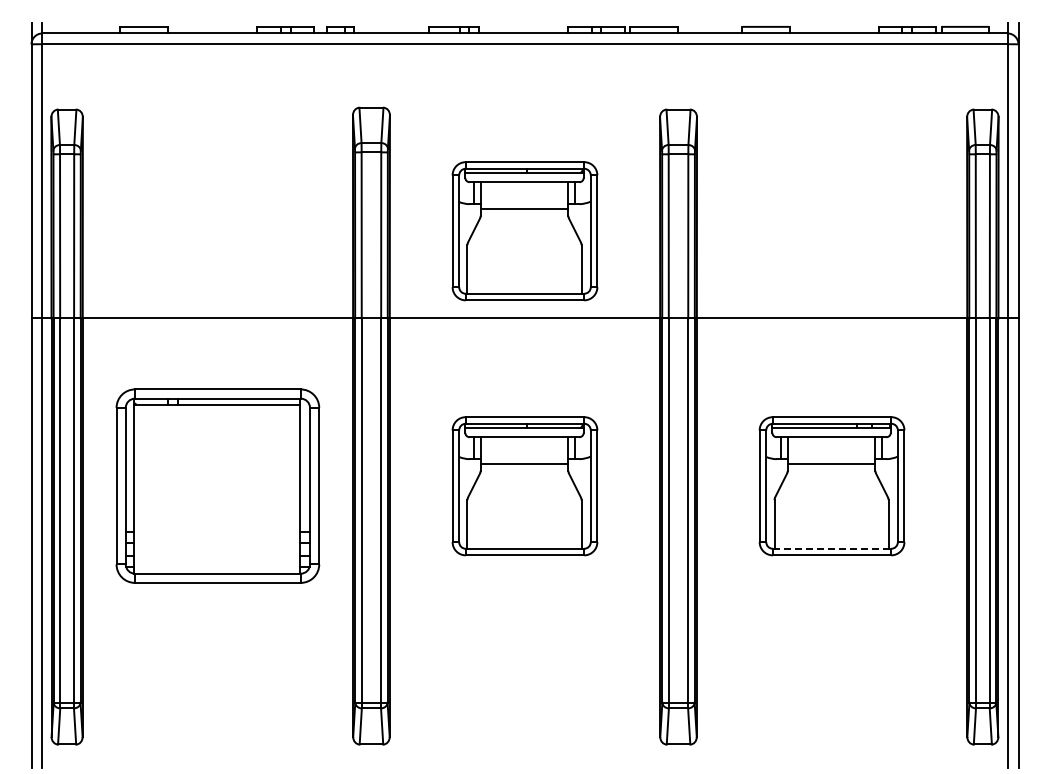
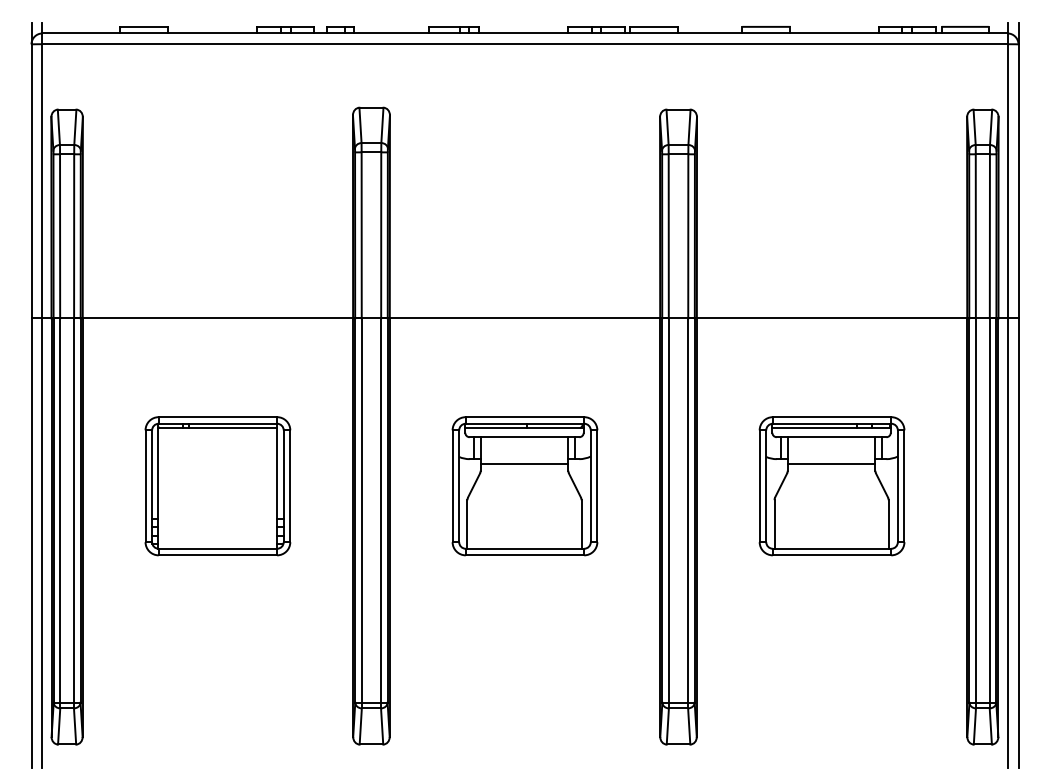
part at (524, 231): present -> none
part at (217, 485) size: 206x196 px -> 148x141 px
line at (832, 548): dashed -> solid
